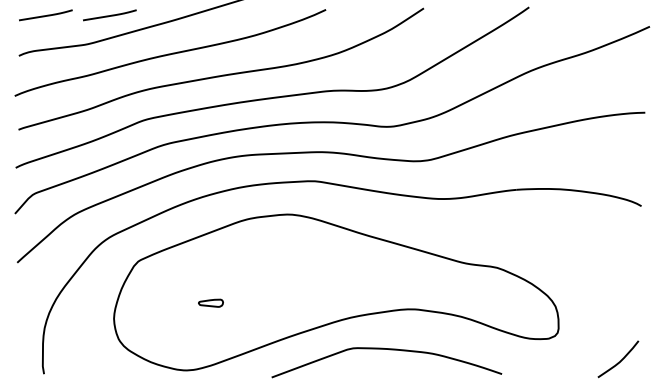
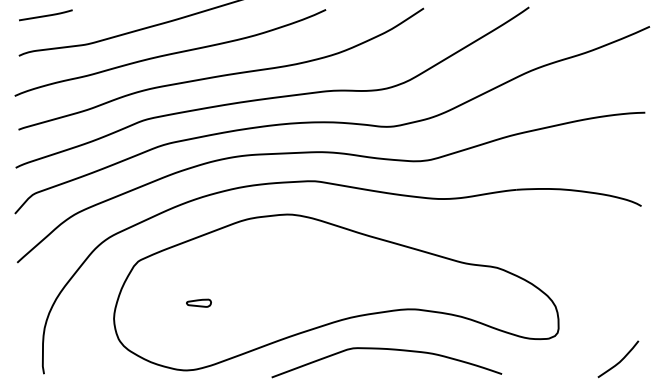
line at (109, 15): present -> none
part at (210, 302) position: (210, 302) -> (198, 302)
